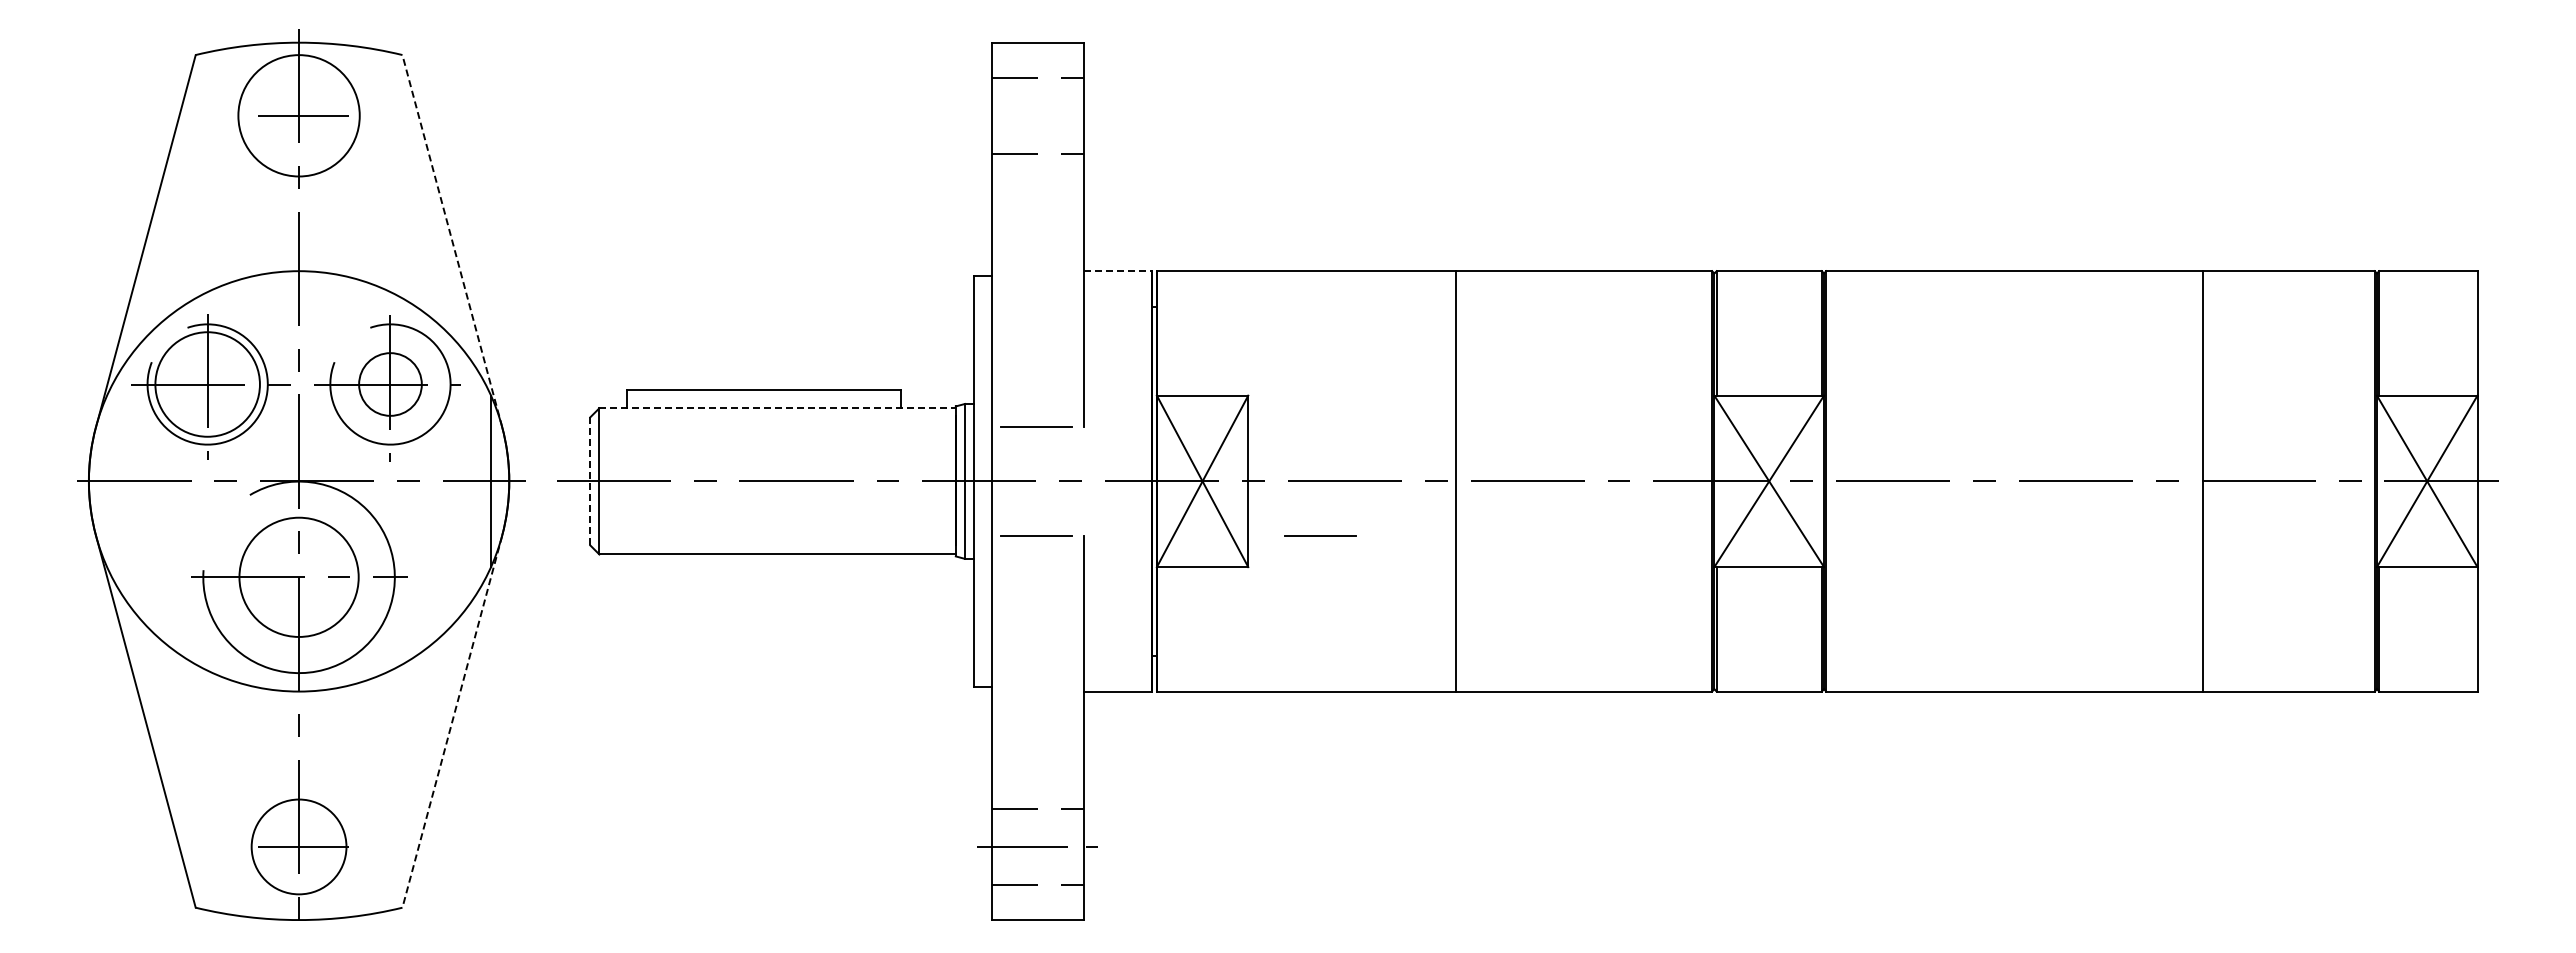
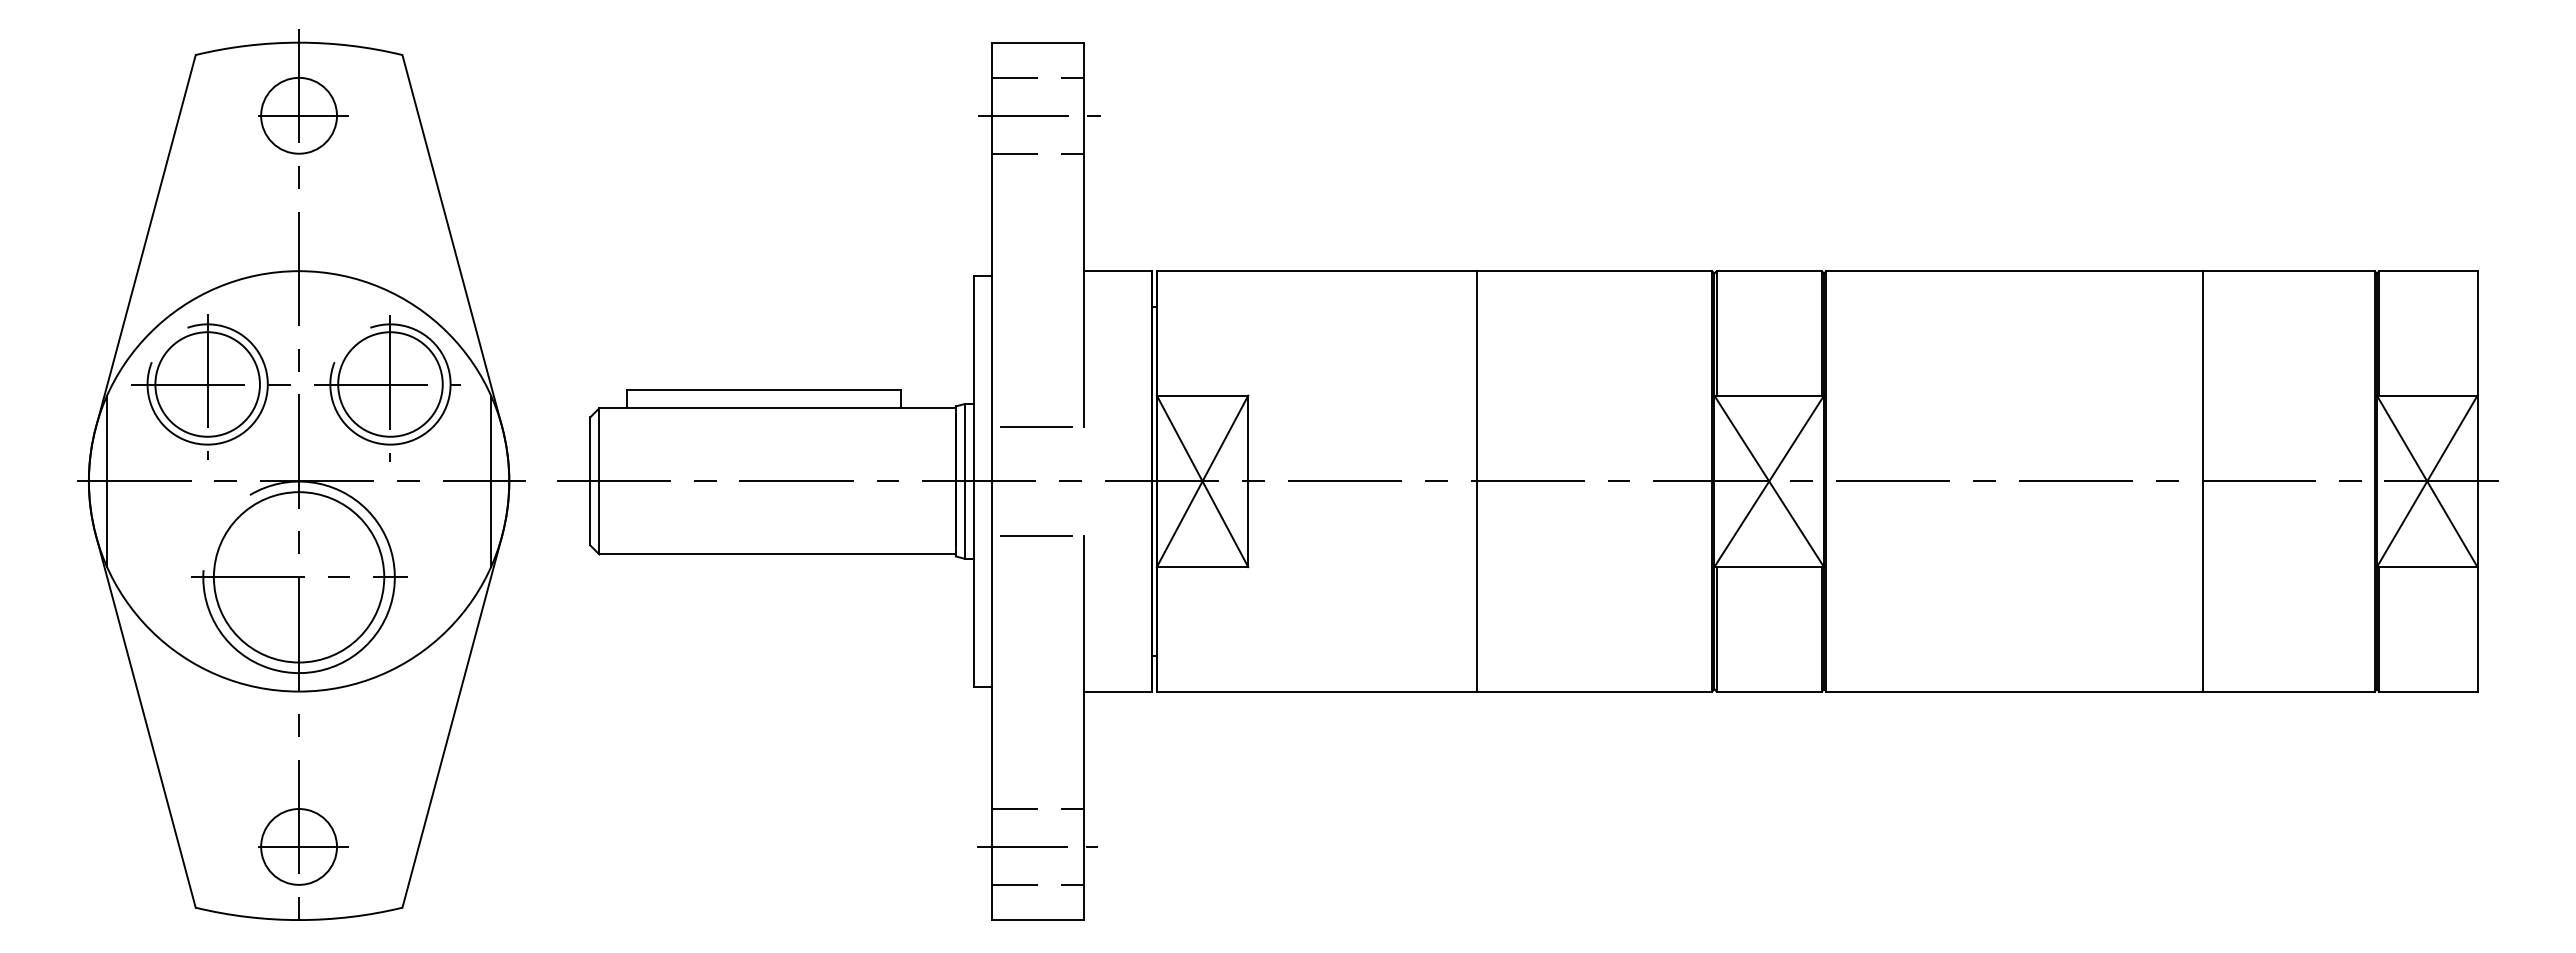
circle at (298, 115) diameter: 121 px -> 76 px
line at (1038, 115): none -> present
line at (452, 241): dashed -> solid
line at (1118, 271): dashed -> solid
circle at (390, 384) diameter: 63 px -> 105 px
line at (778, 408): dashed -> solid
line at (107, 481): none -> present
line at (590, 481): dashed -> solid
line at (1455, 481) position: (1455, 481) -> (1476, 481)
line at (1320, 535): present -> none
circle at (298, 576) diameter: 119 px -> 170 px
line at (452, 721): dashed -> solid
circle at (298, 846) diameter: 95 px -> 76 px
